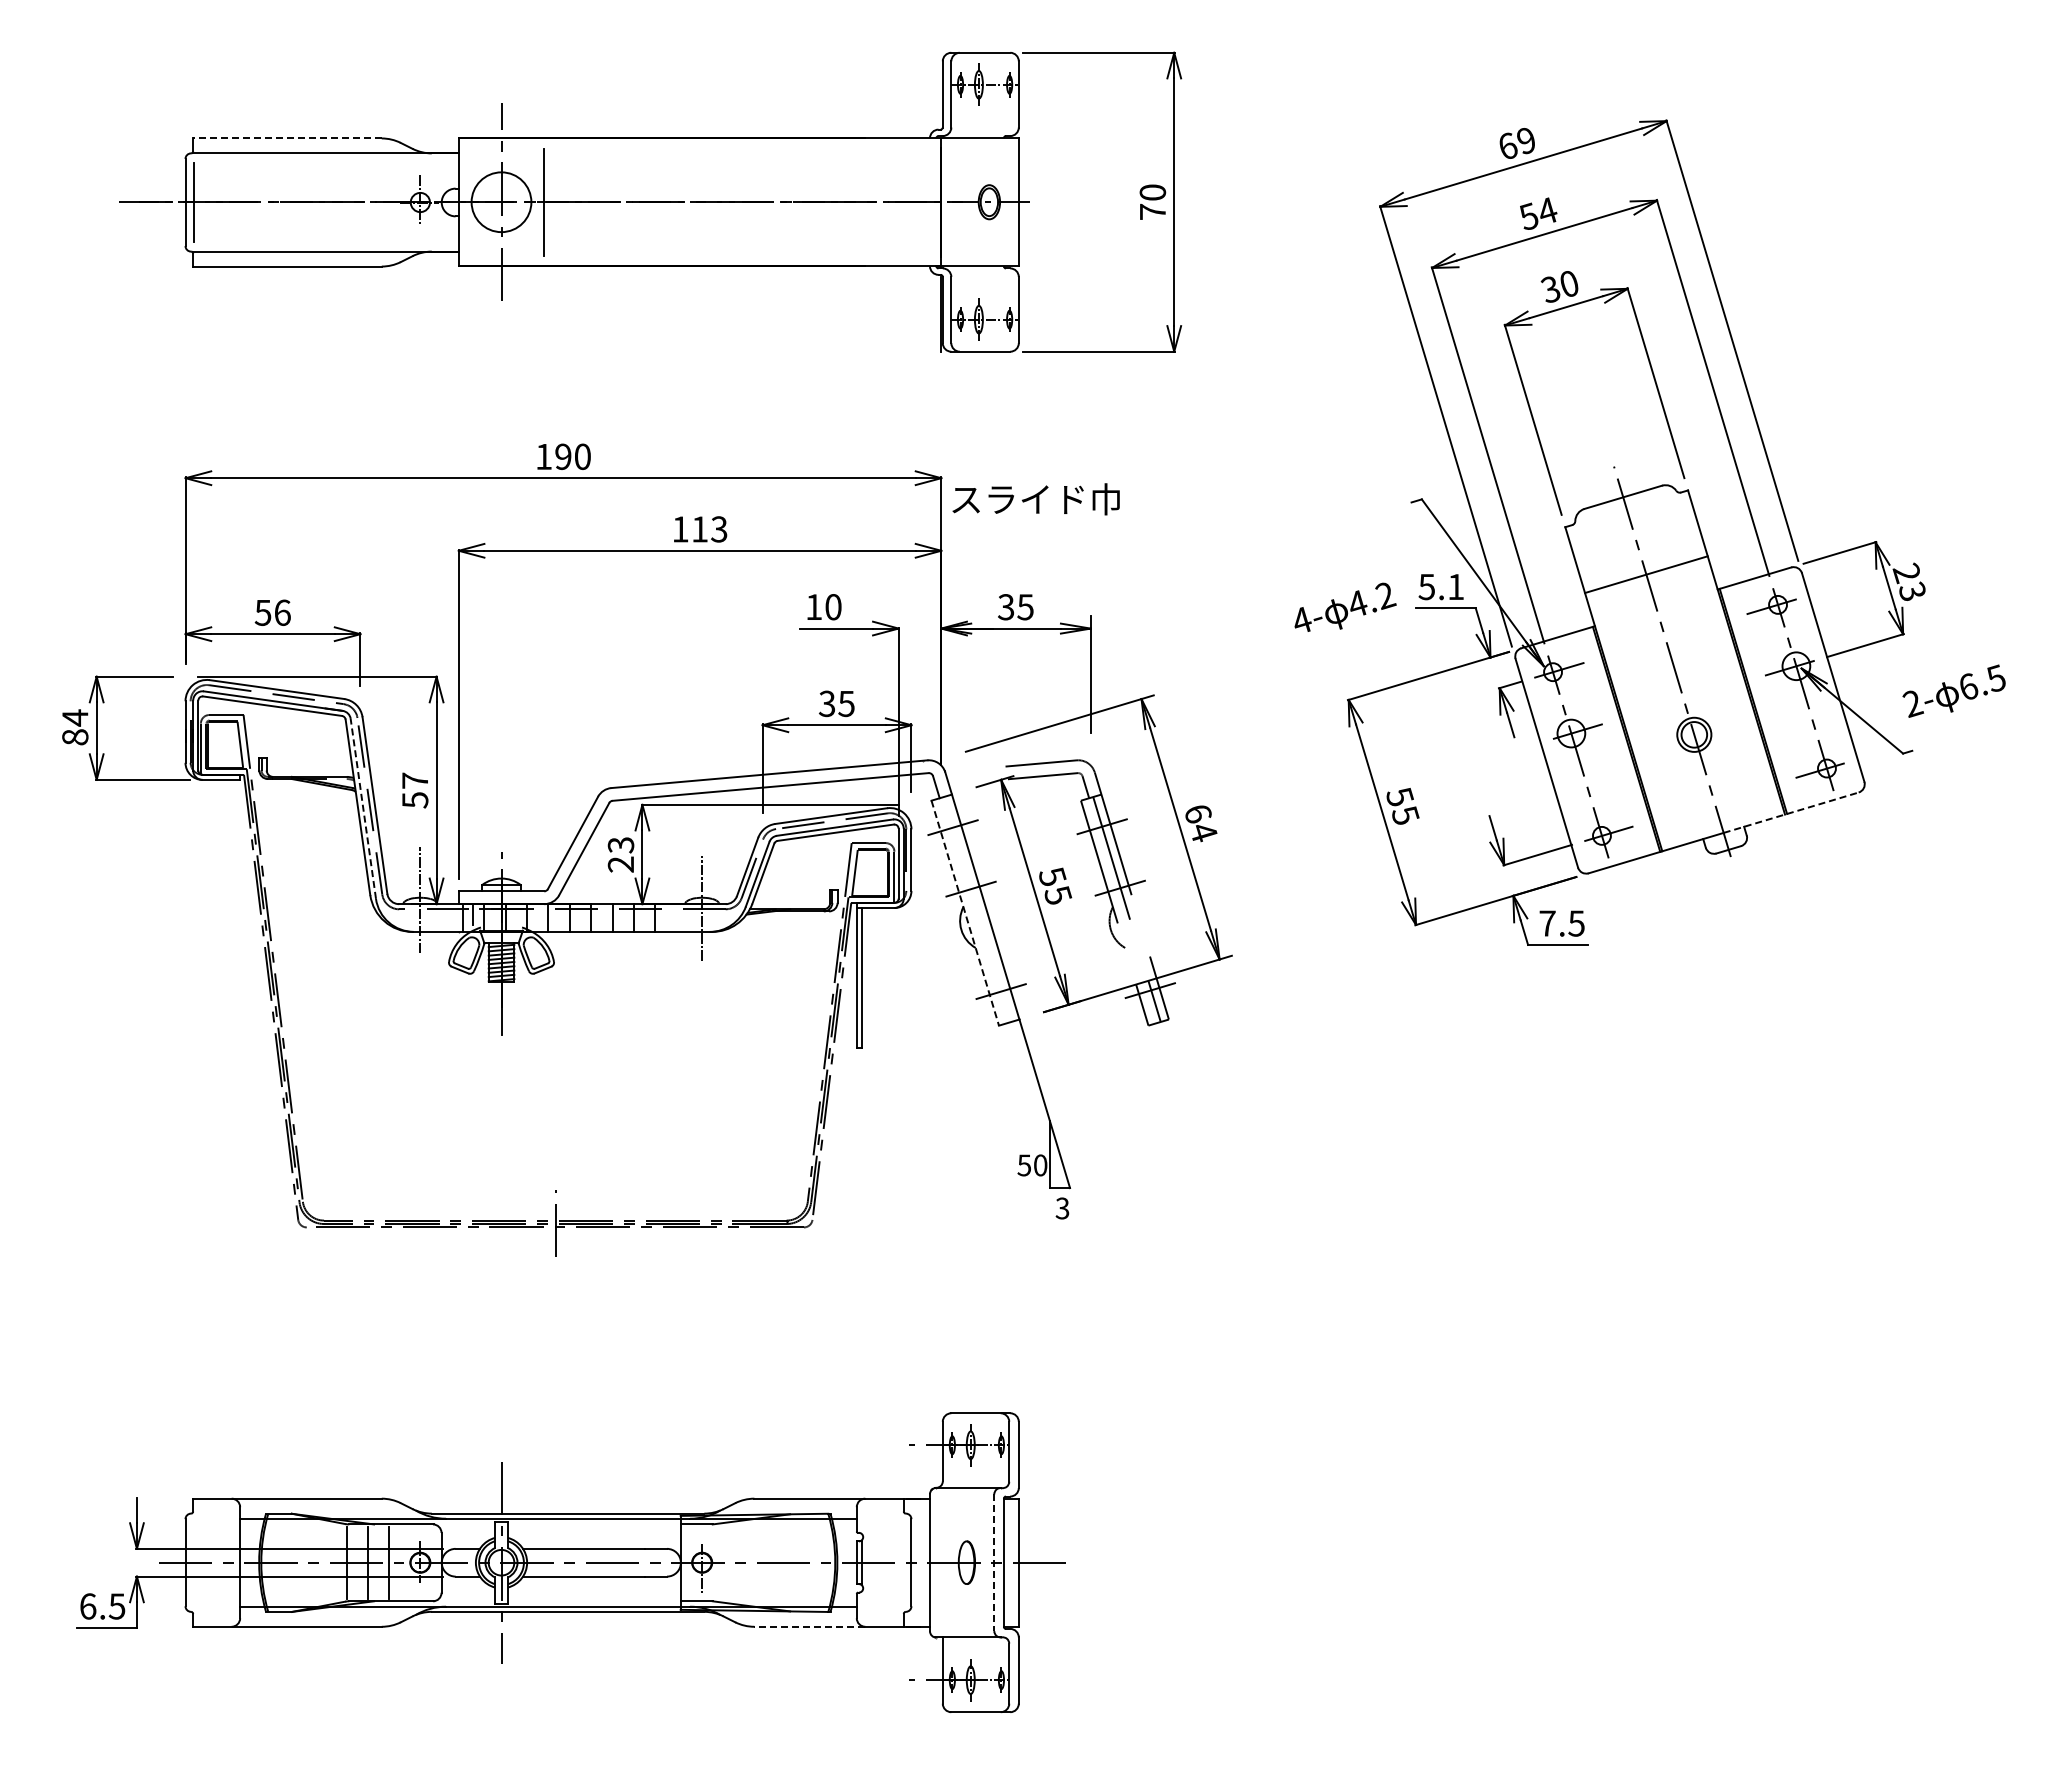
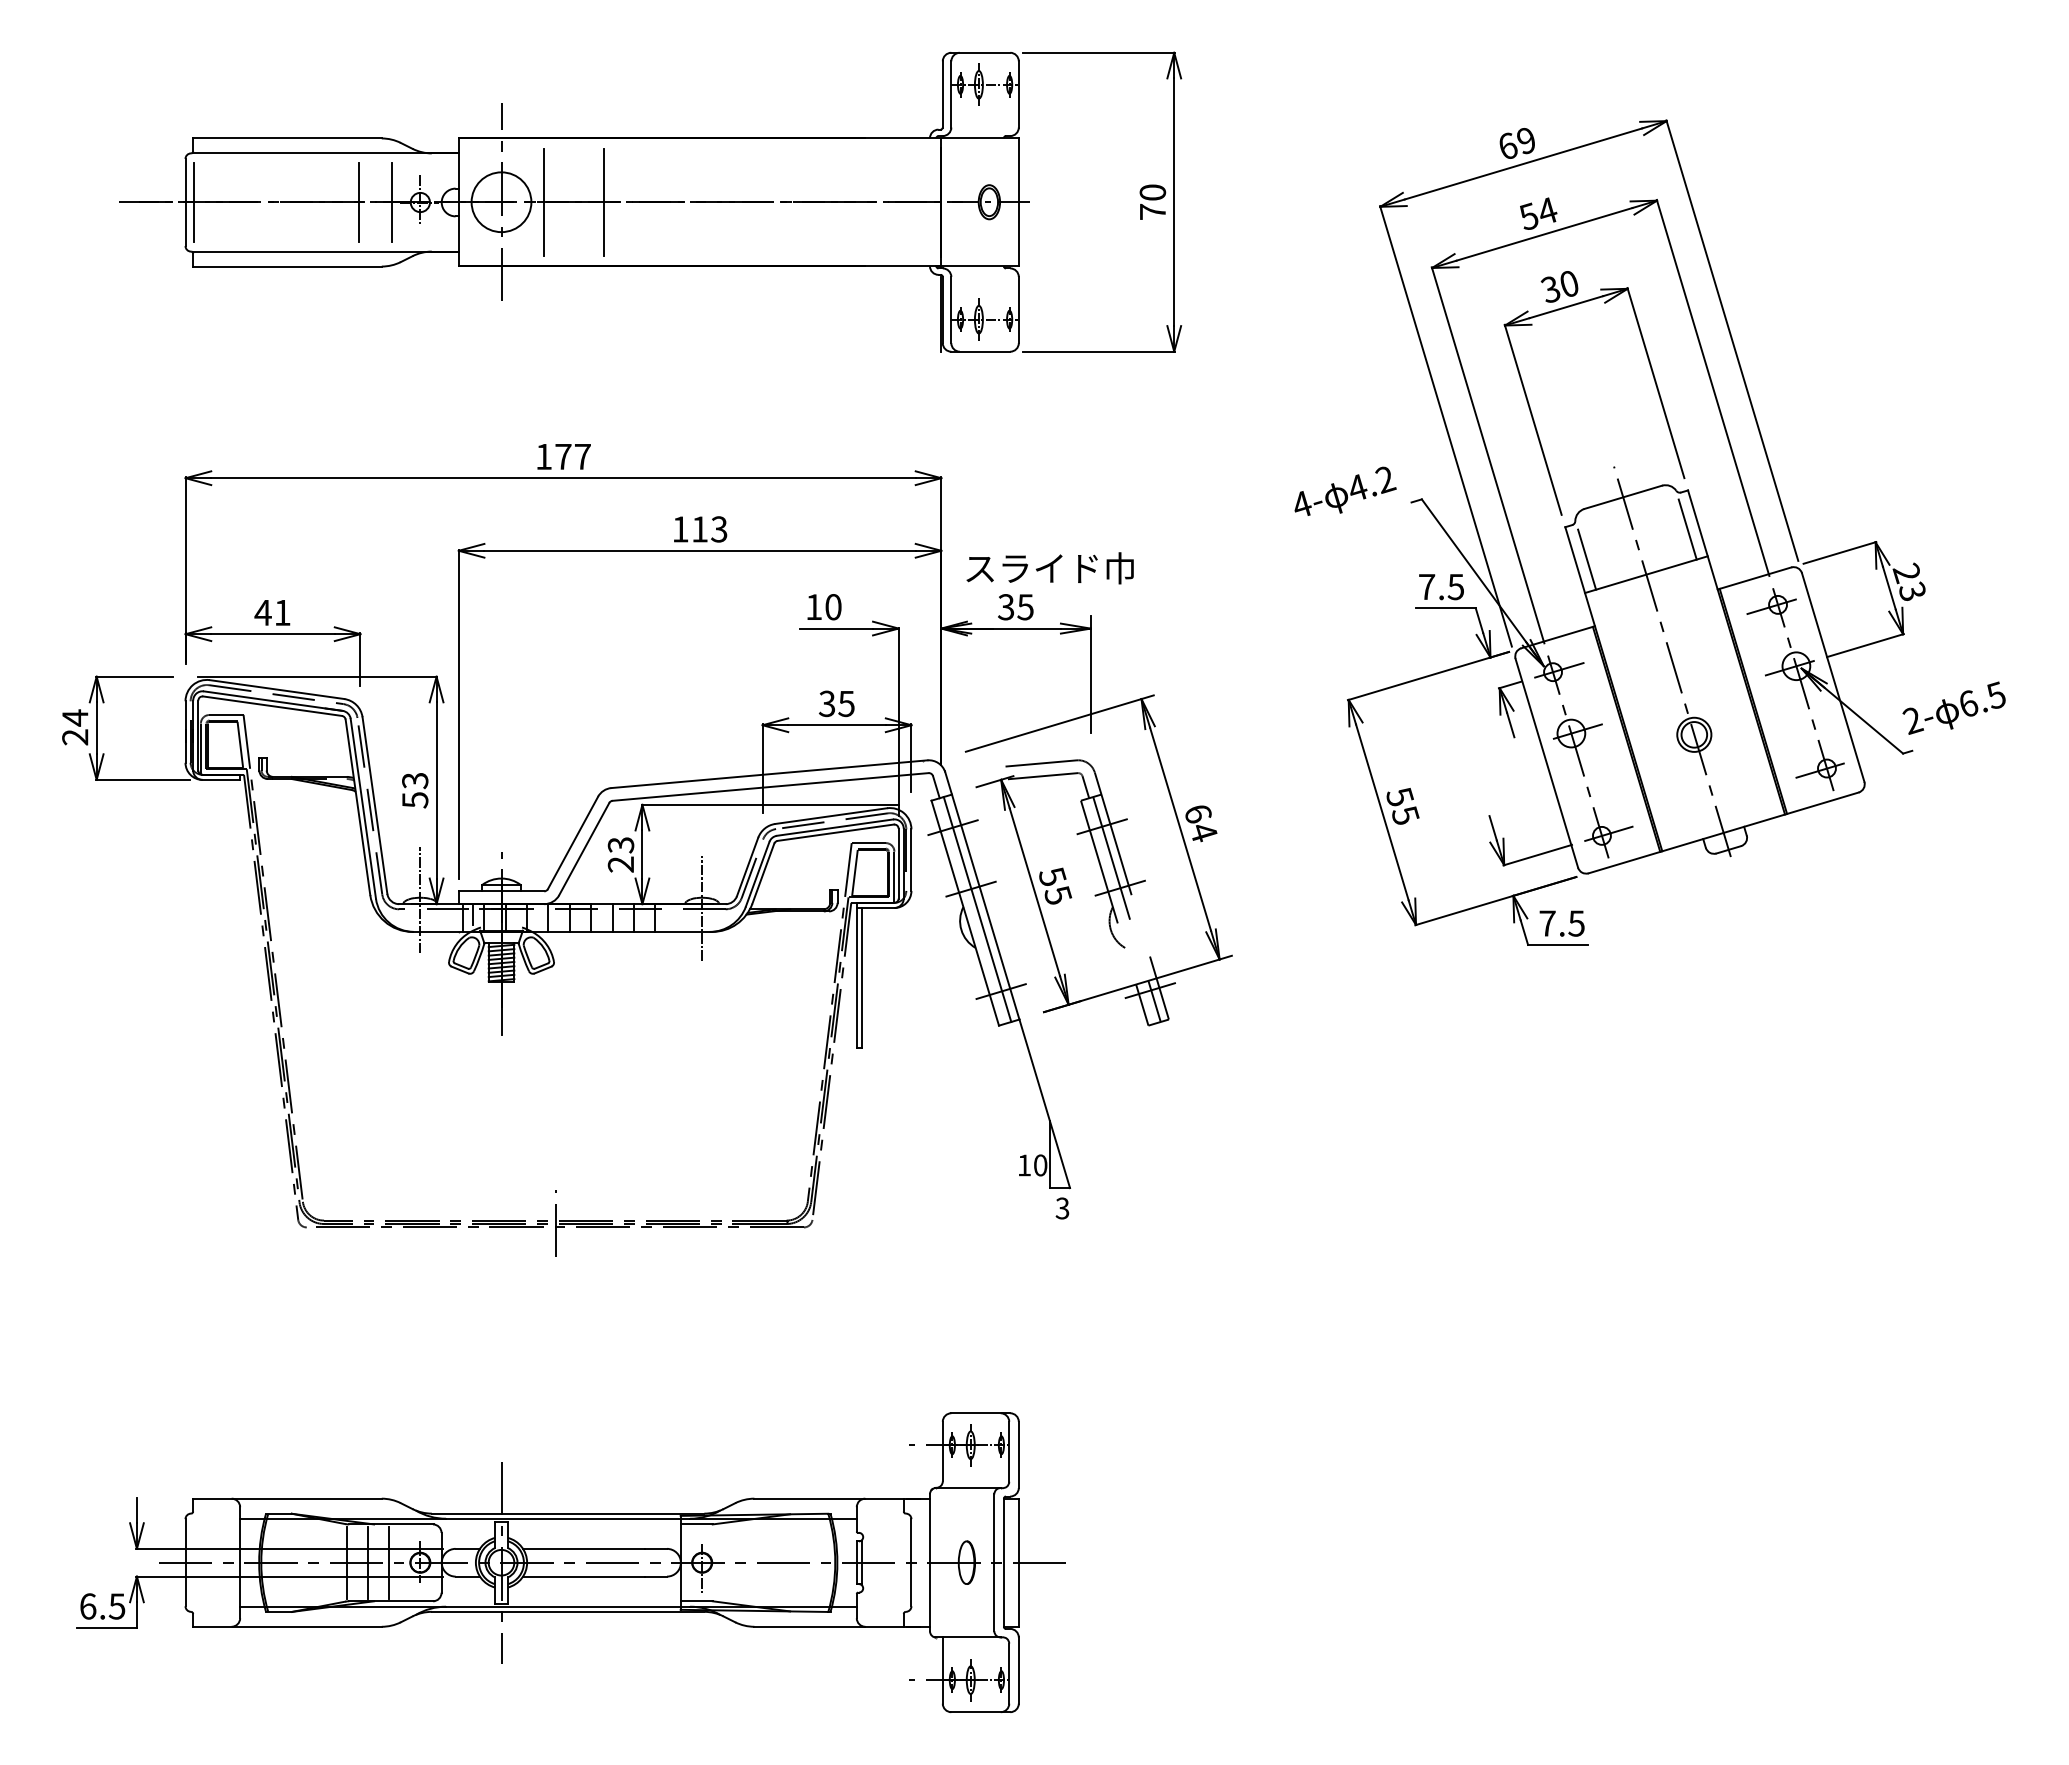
line at (287, 138): dashed -> solid
line at (603, 201): none -> present
line at (358, 202): none -> present
line at (392, 202): none -> present
text at (572, 456): 190 -> 177
text at (1035, 499) position: (1035, 499) -> (1049, 568)
line at (1687, 529): none -> present
line at (1587, 559): none -> present
text at (1440, 587): 5.1 -> 7.5
text at (1345, 606) position: (1345, 606) -> (1345, 490)
text at (272, 612): 56 -> 41
text at (1953, 690) position: (1953, 690) -> (1953, 707)
text at (75, 737): 84 -> 24
text at (415, 780): 57 -> 53
line at (363, 808): dashed -> solid
line at (1791, 812): dashed -> solid
line at (977, 909): none -> present
line at (965, 913): dashed -> solid
text at (1023, 1165): 50 -> 10
line at (994, 1563): dashed -> solid
line at (809, 1626): dashed -> solid
